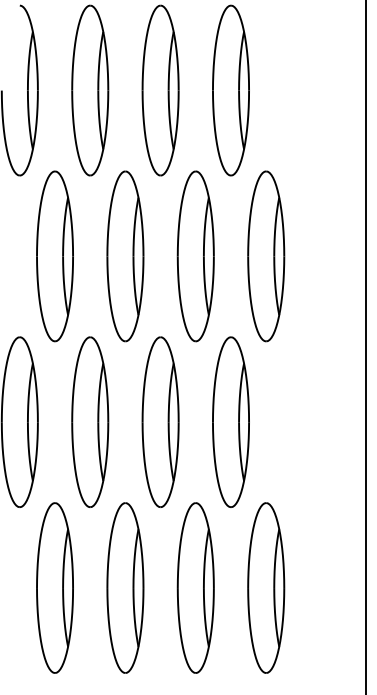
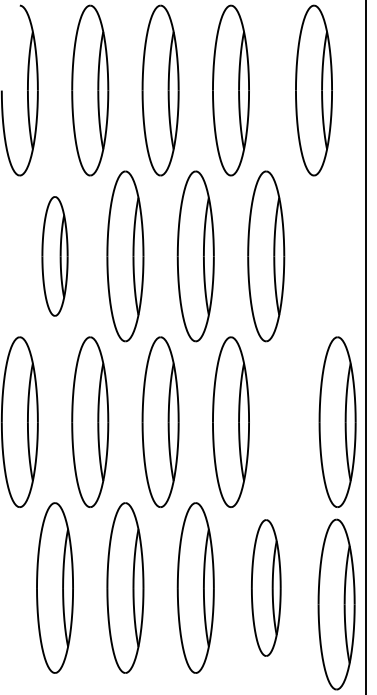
part at (313, 90): none -> present
part at (54, 256) size: 38x173 px -> 28x121 px
part at (337, 421): none -> present
part at (266, 587) size: 39x172 px -> 31x138 px
part at (336, 604): none -> present
